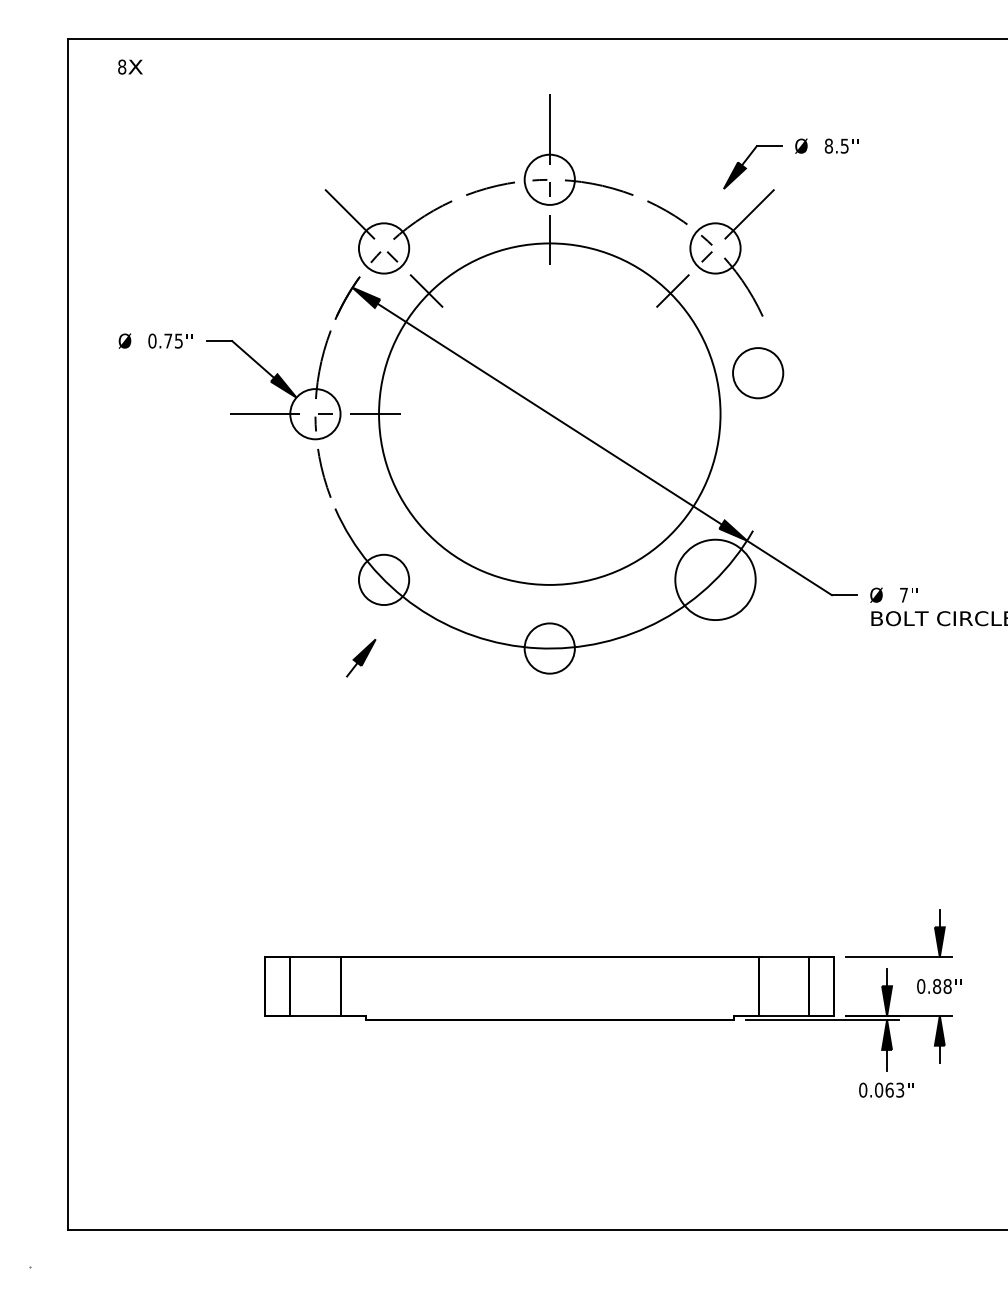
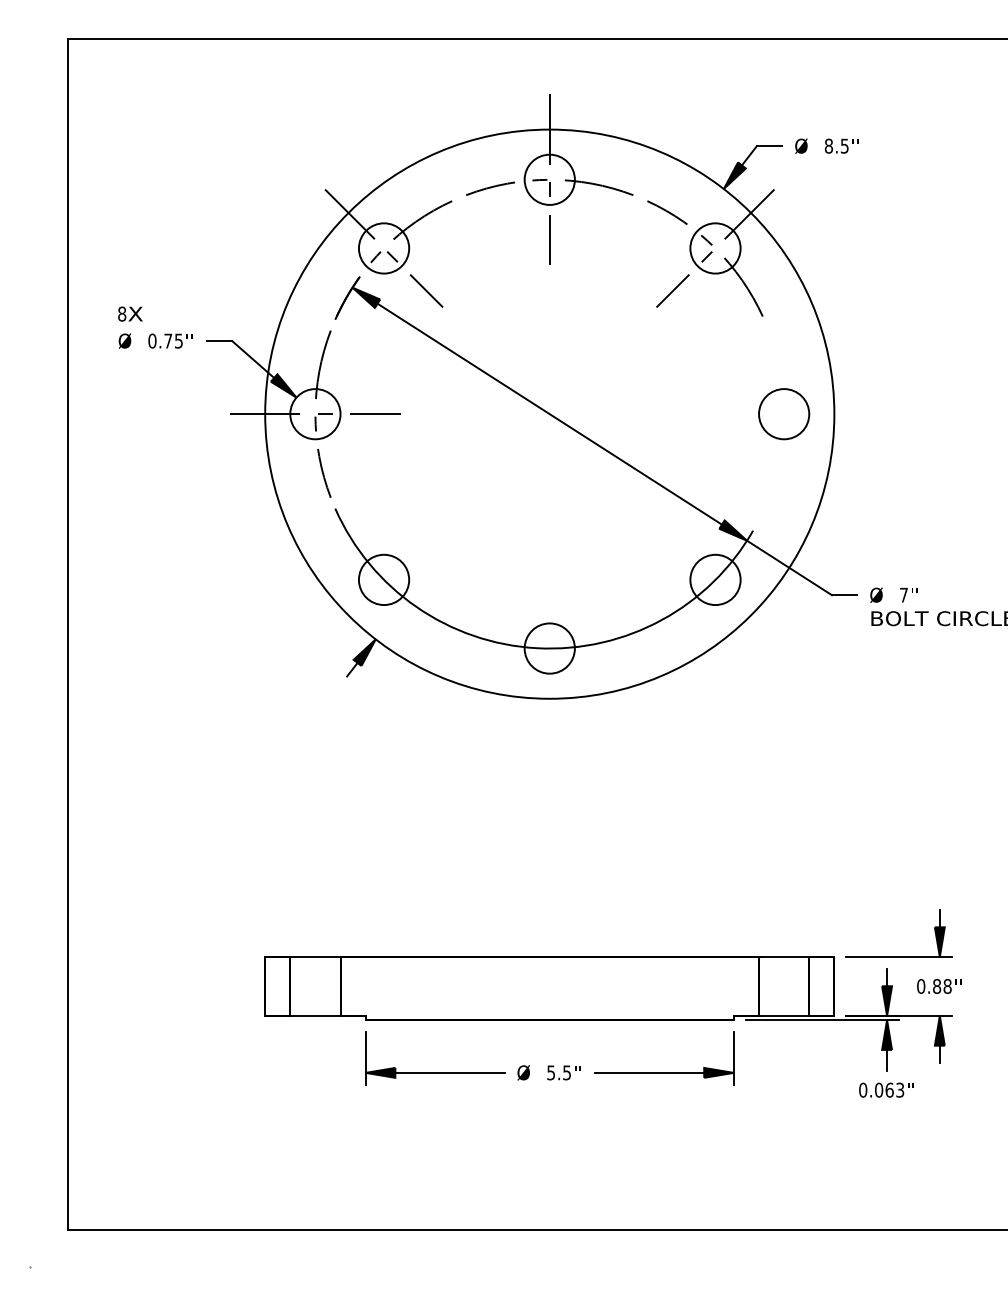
text at (130, 66) position: (130, 66) -> (130, 313)
circle at (758, 373) position: (758, 373) -> (784, 414)
circle at (549, 413) diameter: 342 px -> 569 px
circle at (715, 579) diameter: 80 px -> 50 px
part at (549, 1065): none -> present
